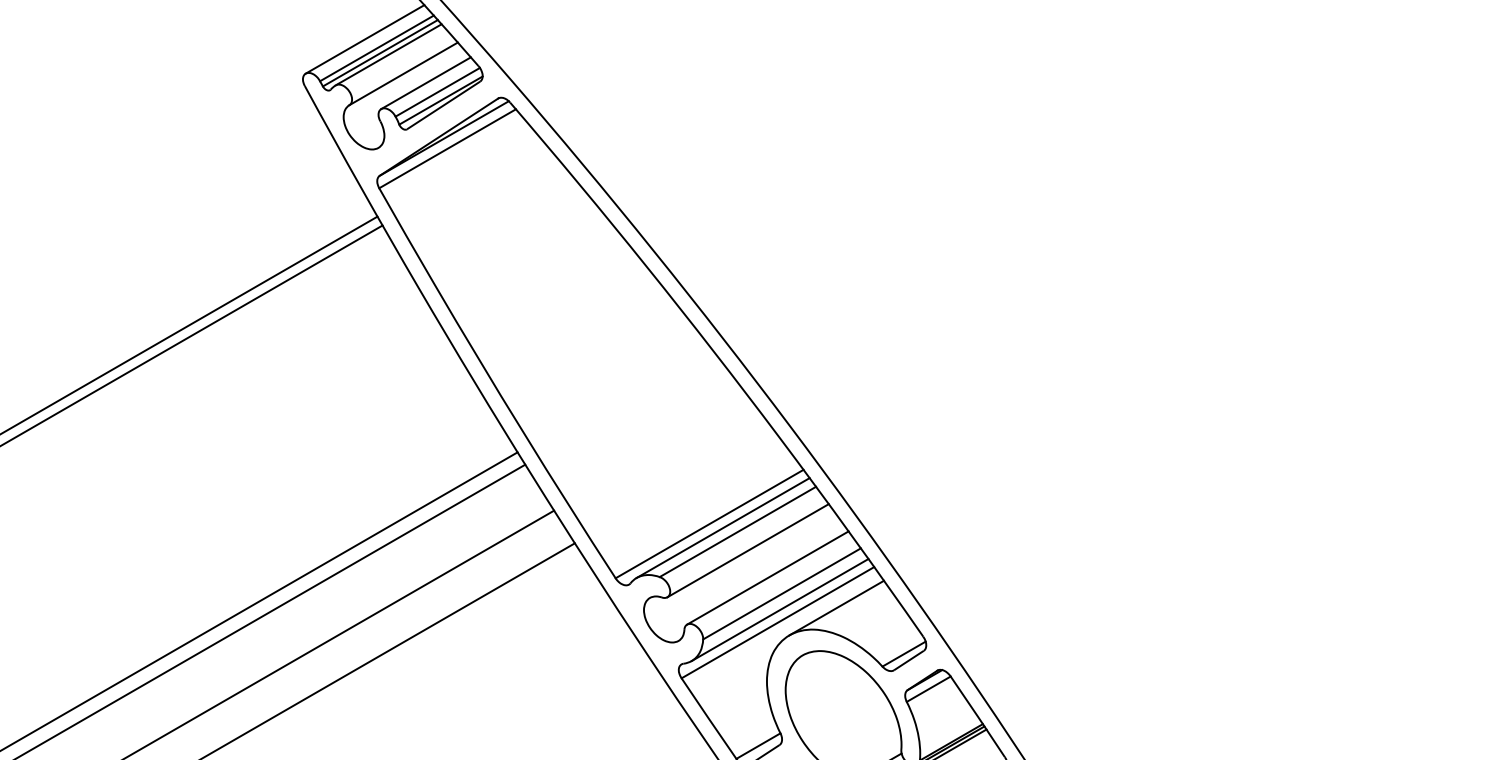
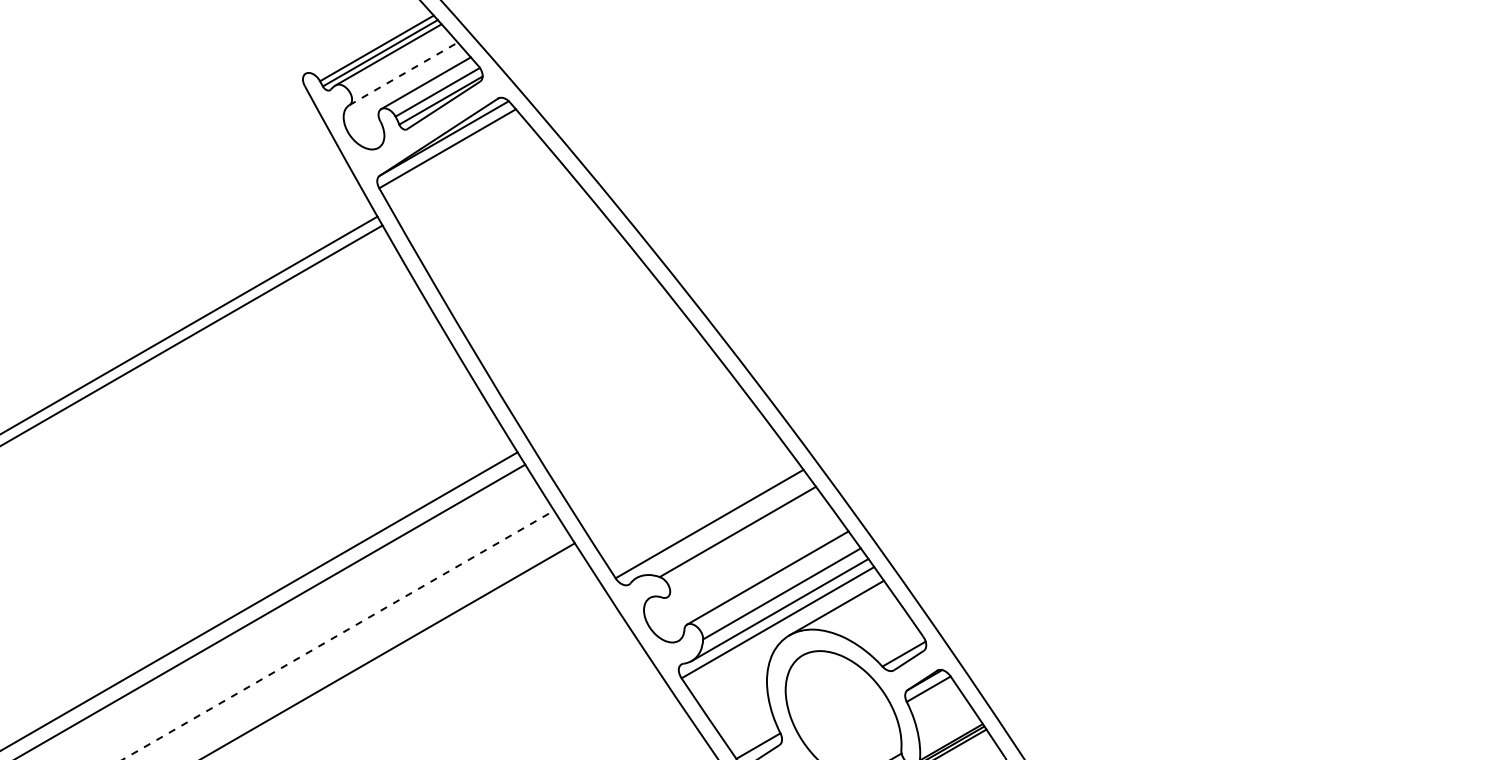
line at (364, 39): present -> none
line at (403, 73): solid -> dashed
line at (722, 528): present -> none
line at (747, 550): present -> none
line at (338, 635): solid -> dashed
